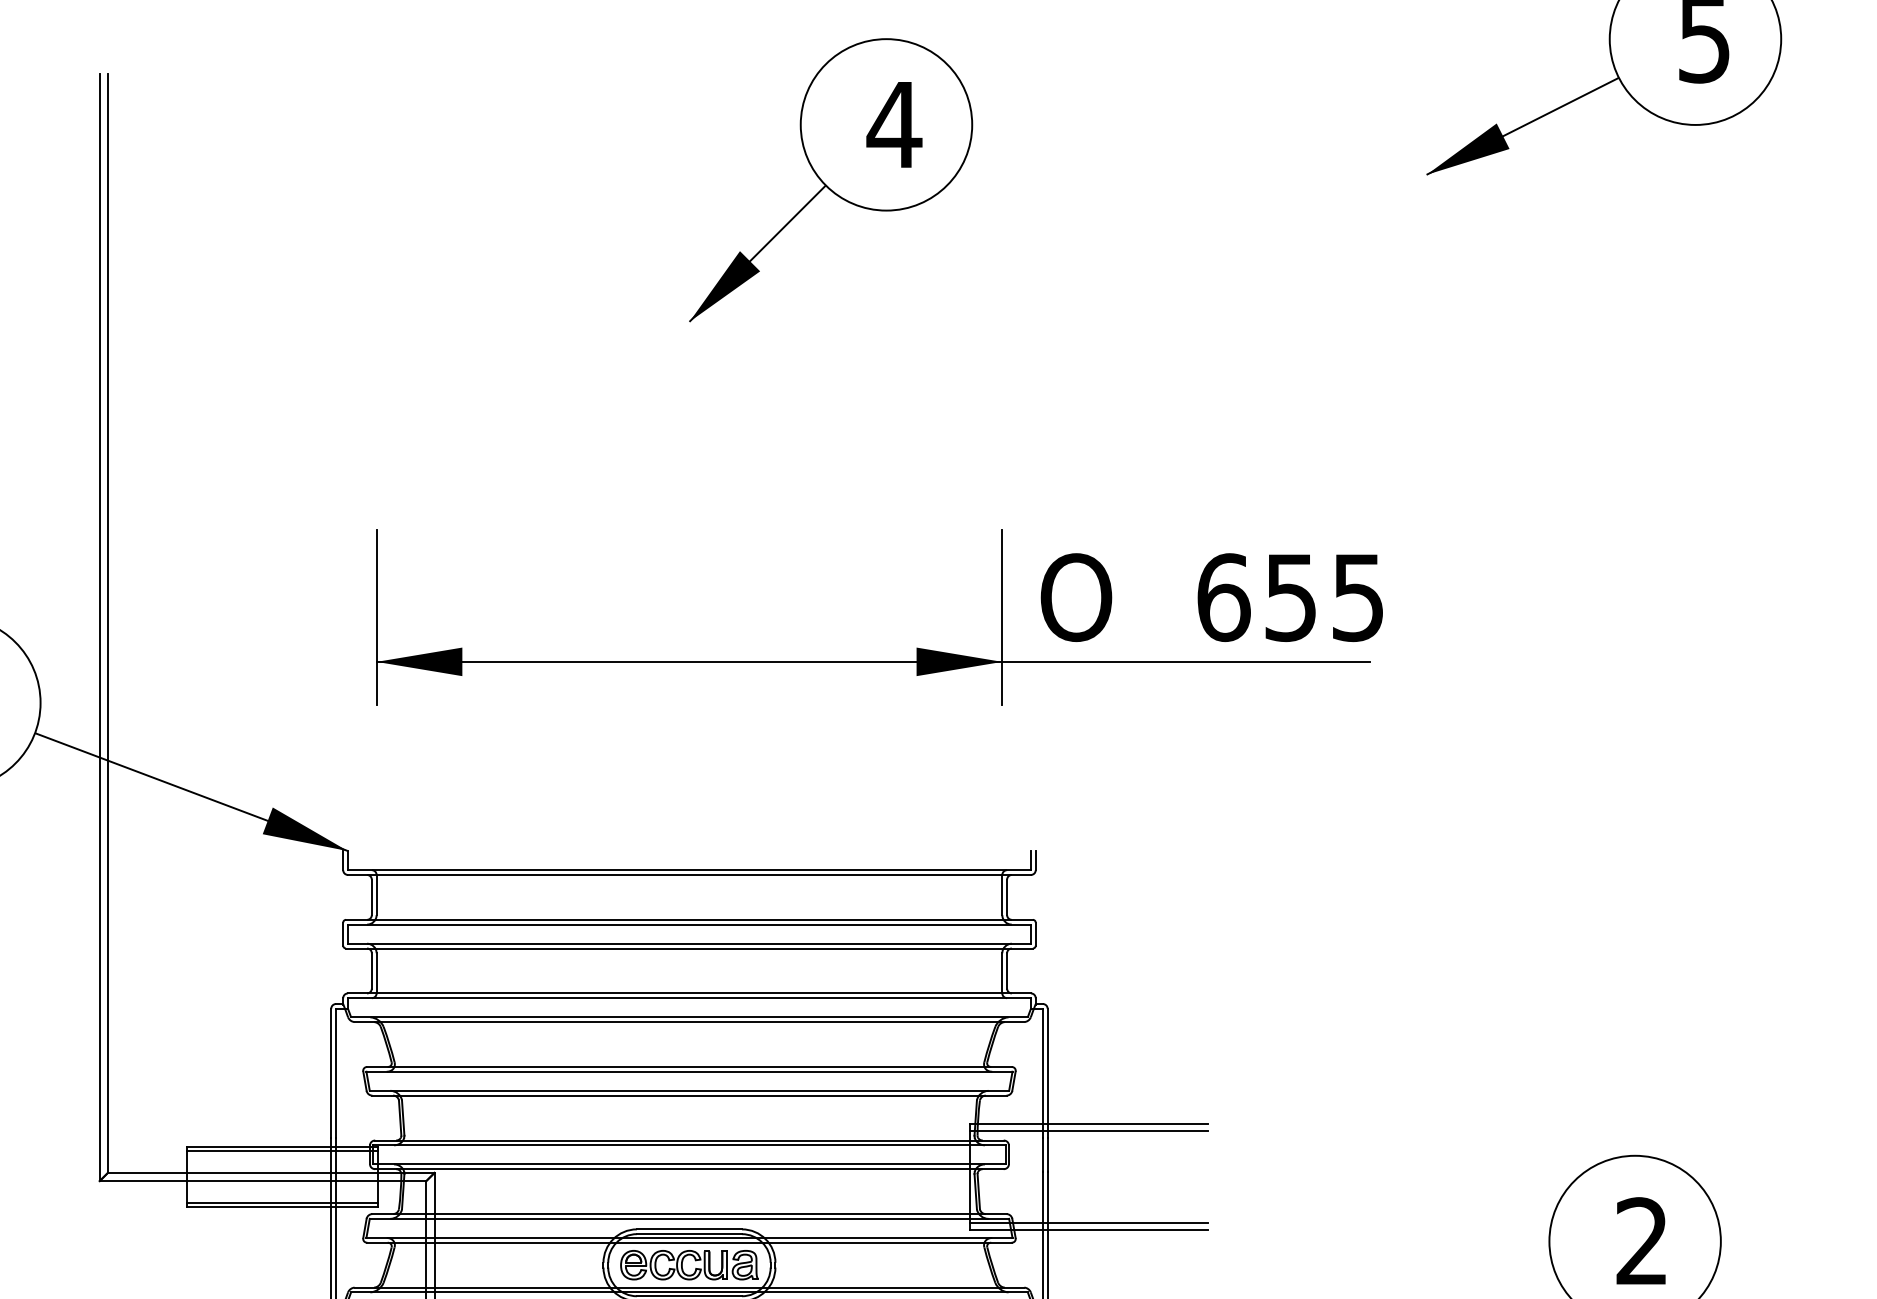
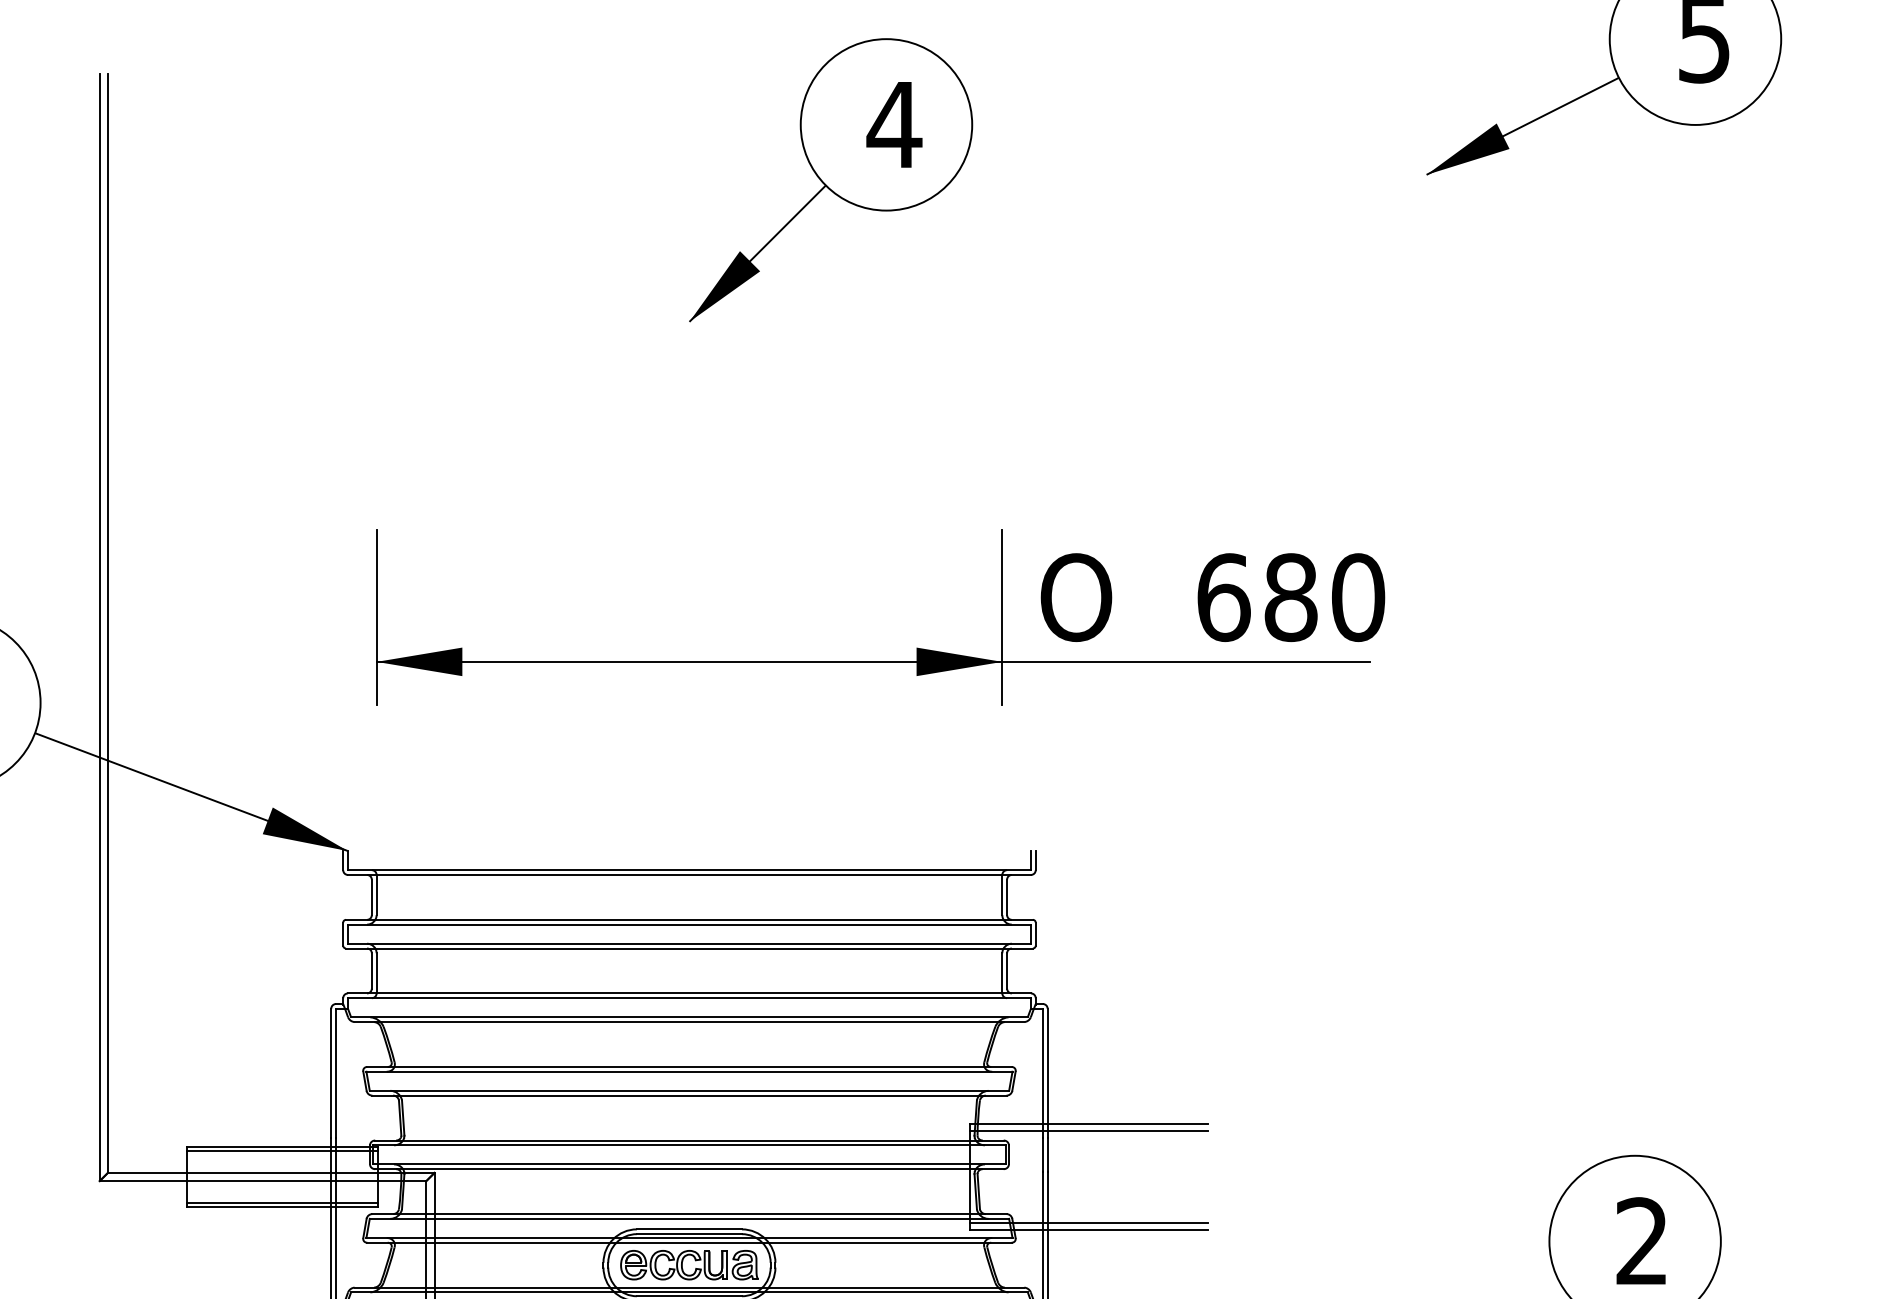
text at (1324, 597): 655 -> 680
